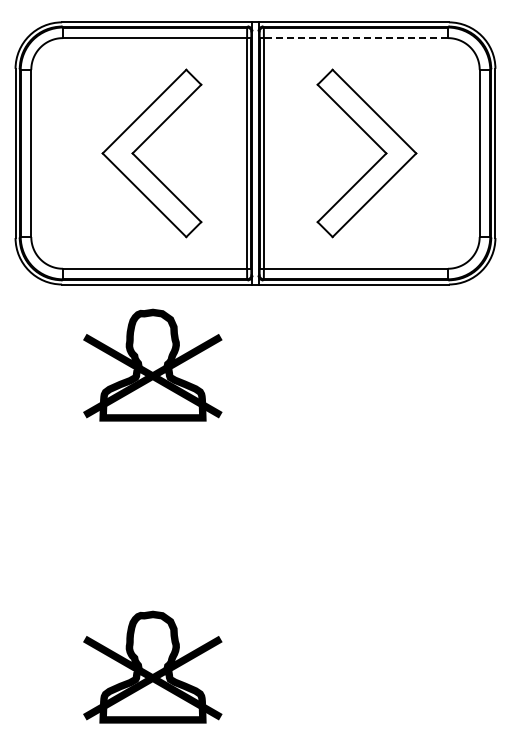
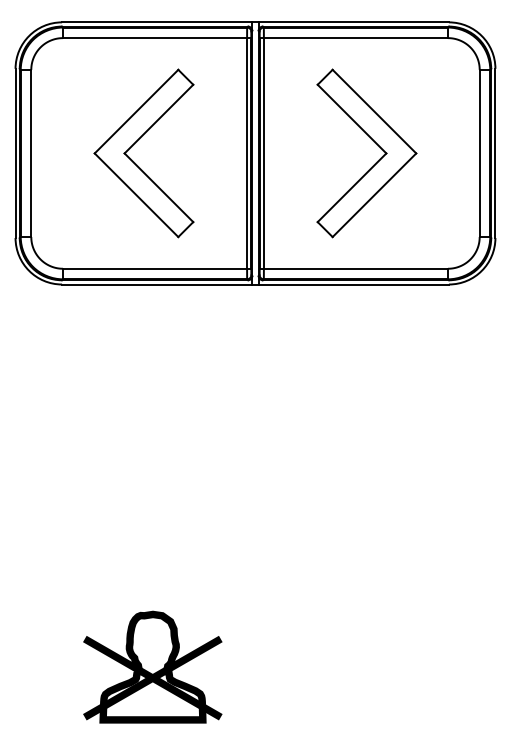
line at (355, 38): dashed -> solid
part at (142, 161) position: (142, 161) -> (134, 161)
part at (152, 364): present -> none
